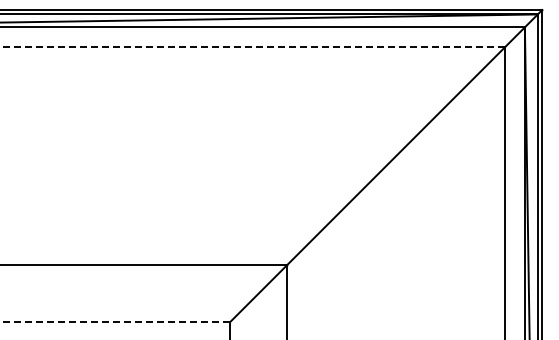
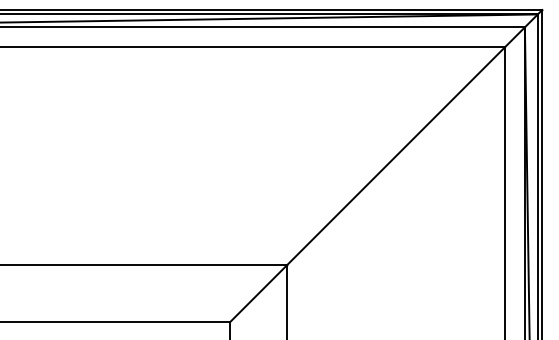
line at (252, 47): dashed -> solid
line at (115, 322): dashed -> solid
